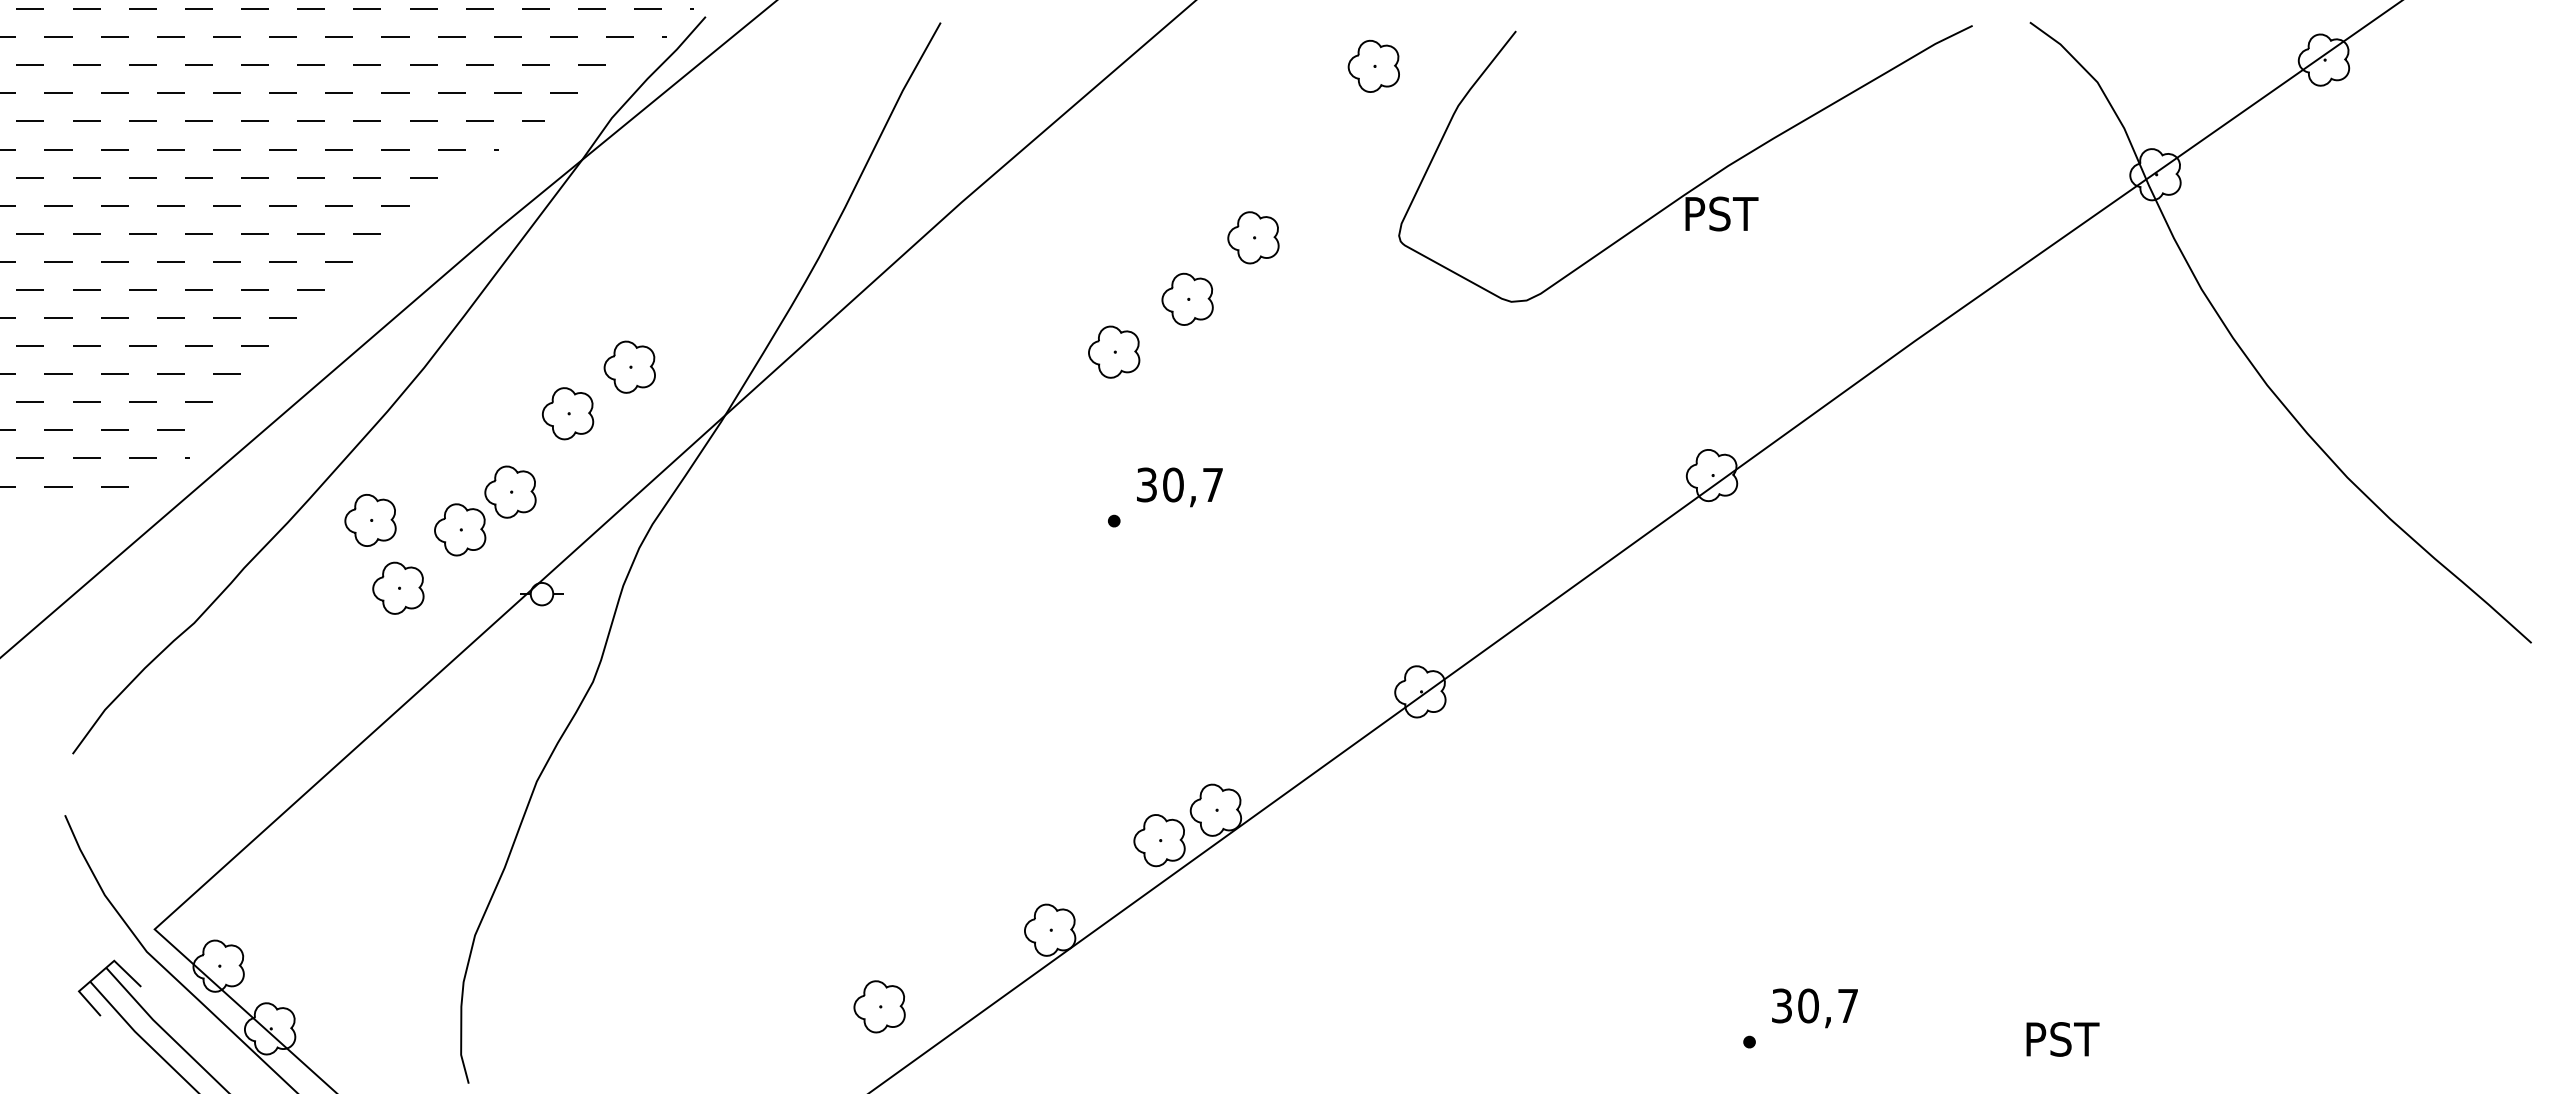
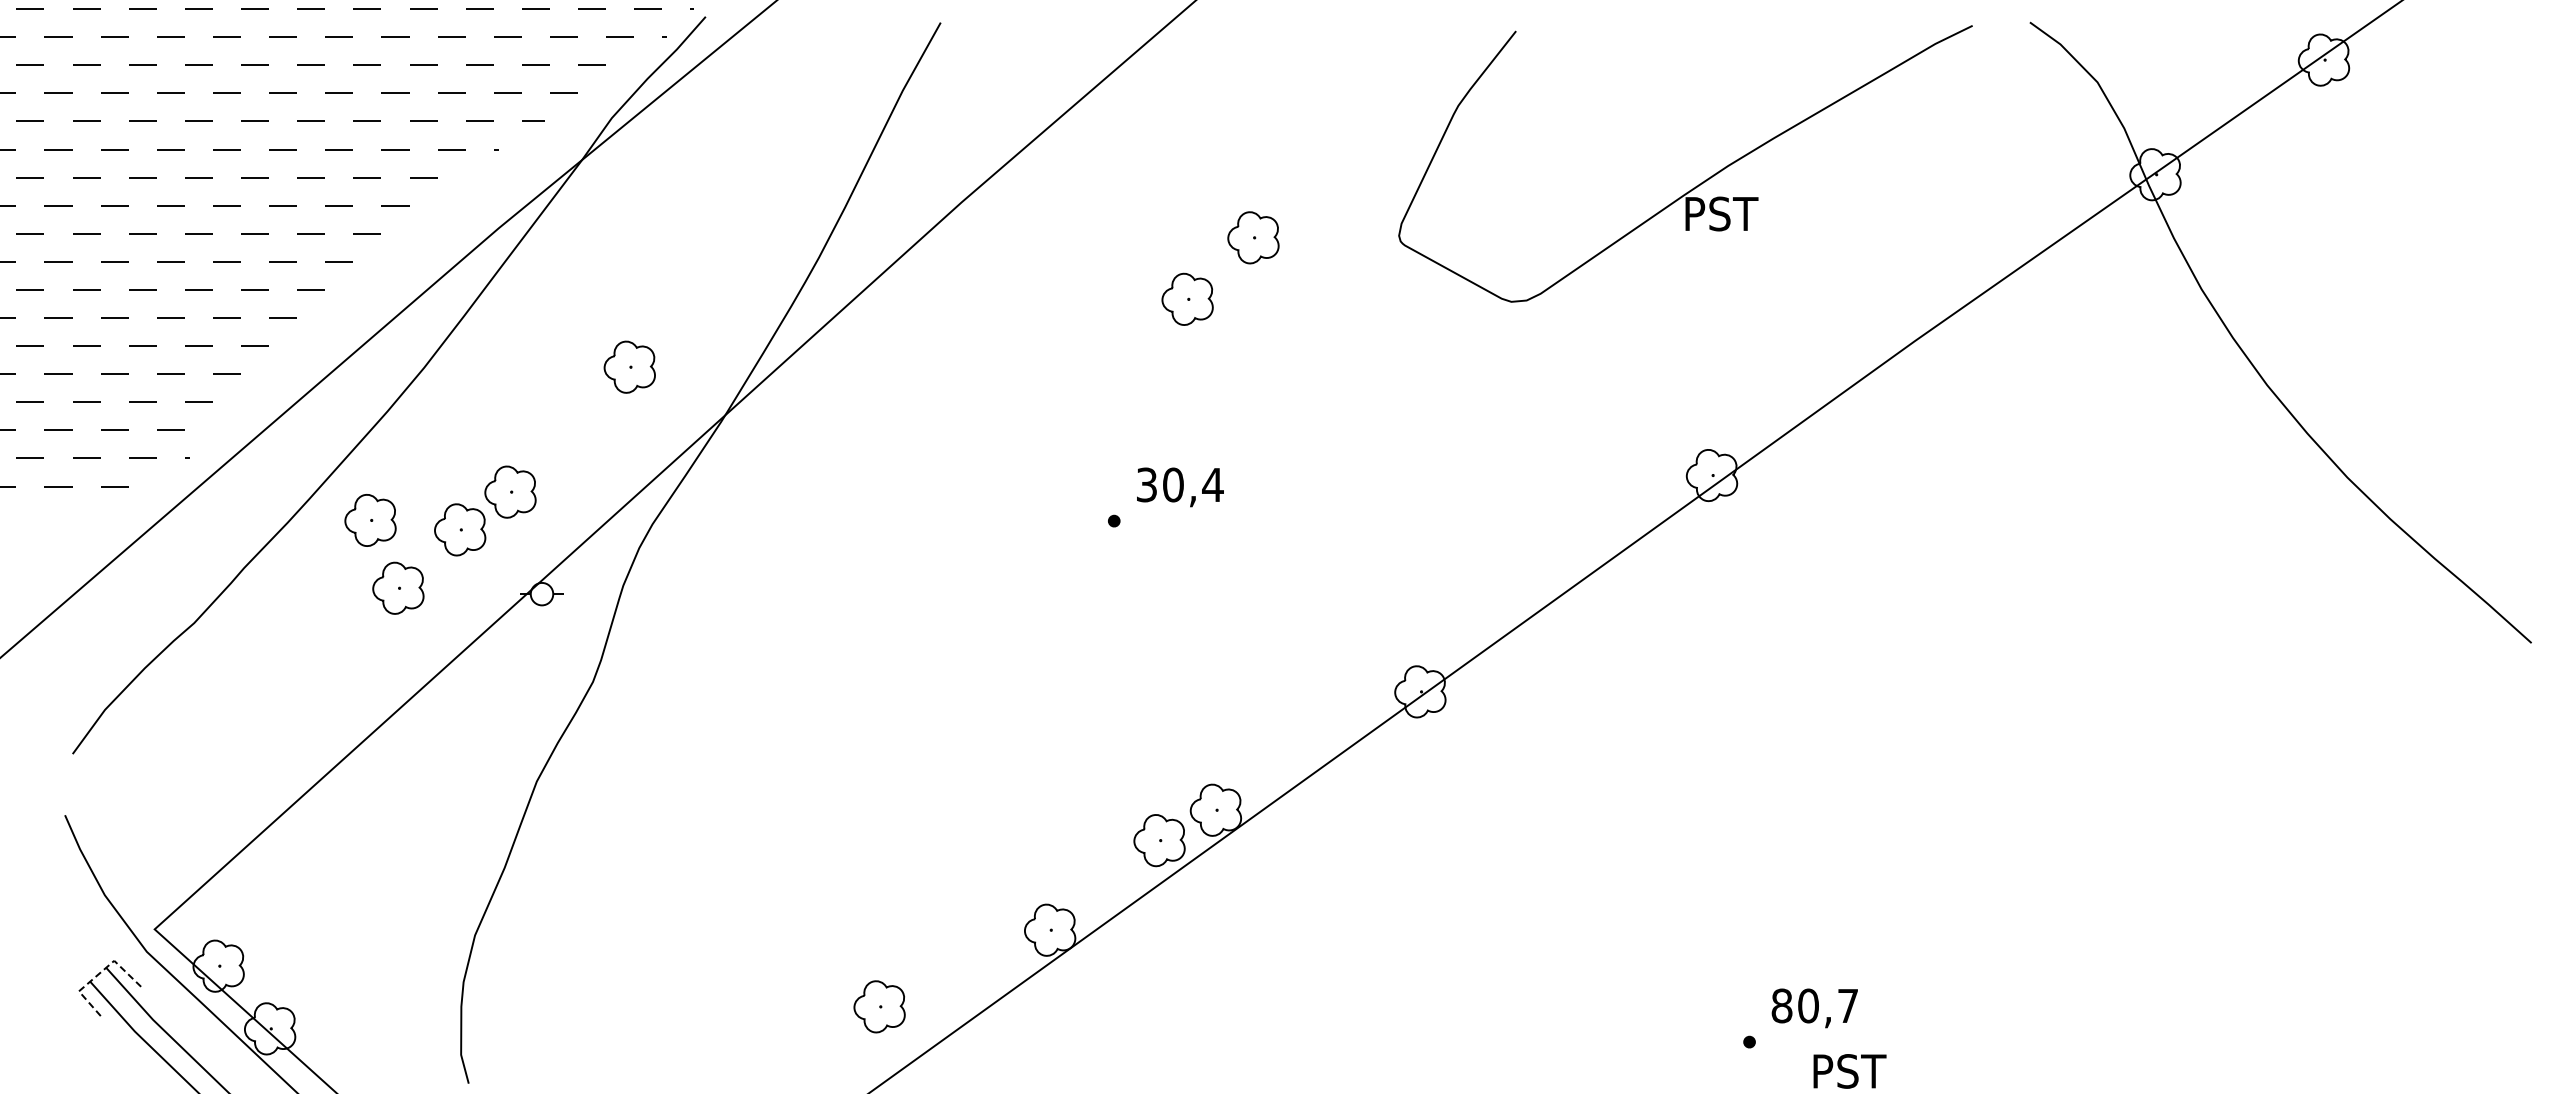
part at (1373, 65): present -> none
part at (1114, 351): present -> none
part at (568, 413): present -> none
text at (1212, 484): 30,7 -> 30,4
line at (98, 974): solid -> dashed
text at (1781, 1005): 30,7 -> 80,7
text at (2062, 1039) position: (2062, 1039) -> (1849, 1071)
